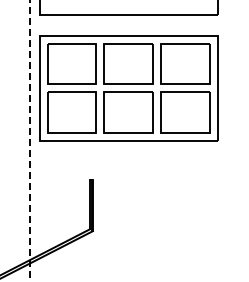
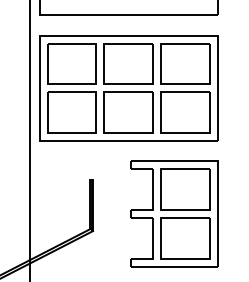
line at (30, 141): dashed -> solid
part at (174, 213): none -> present
